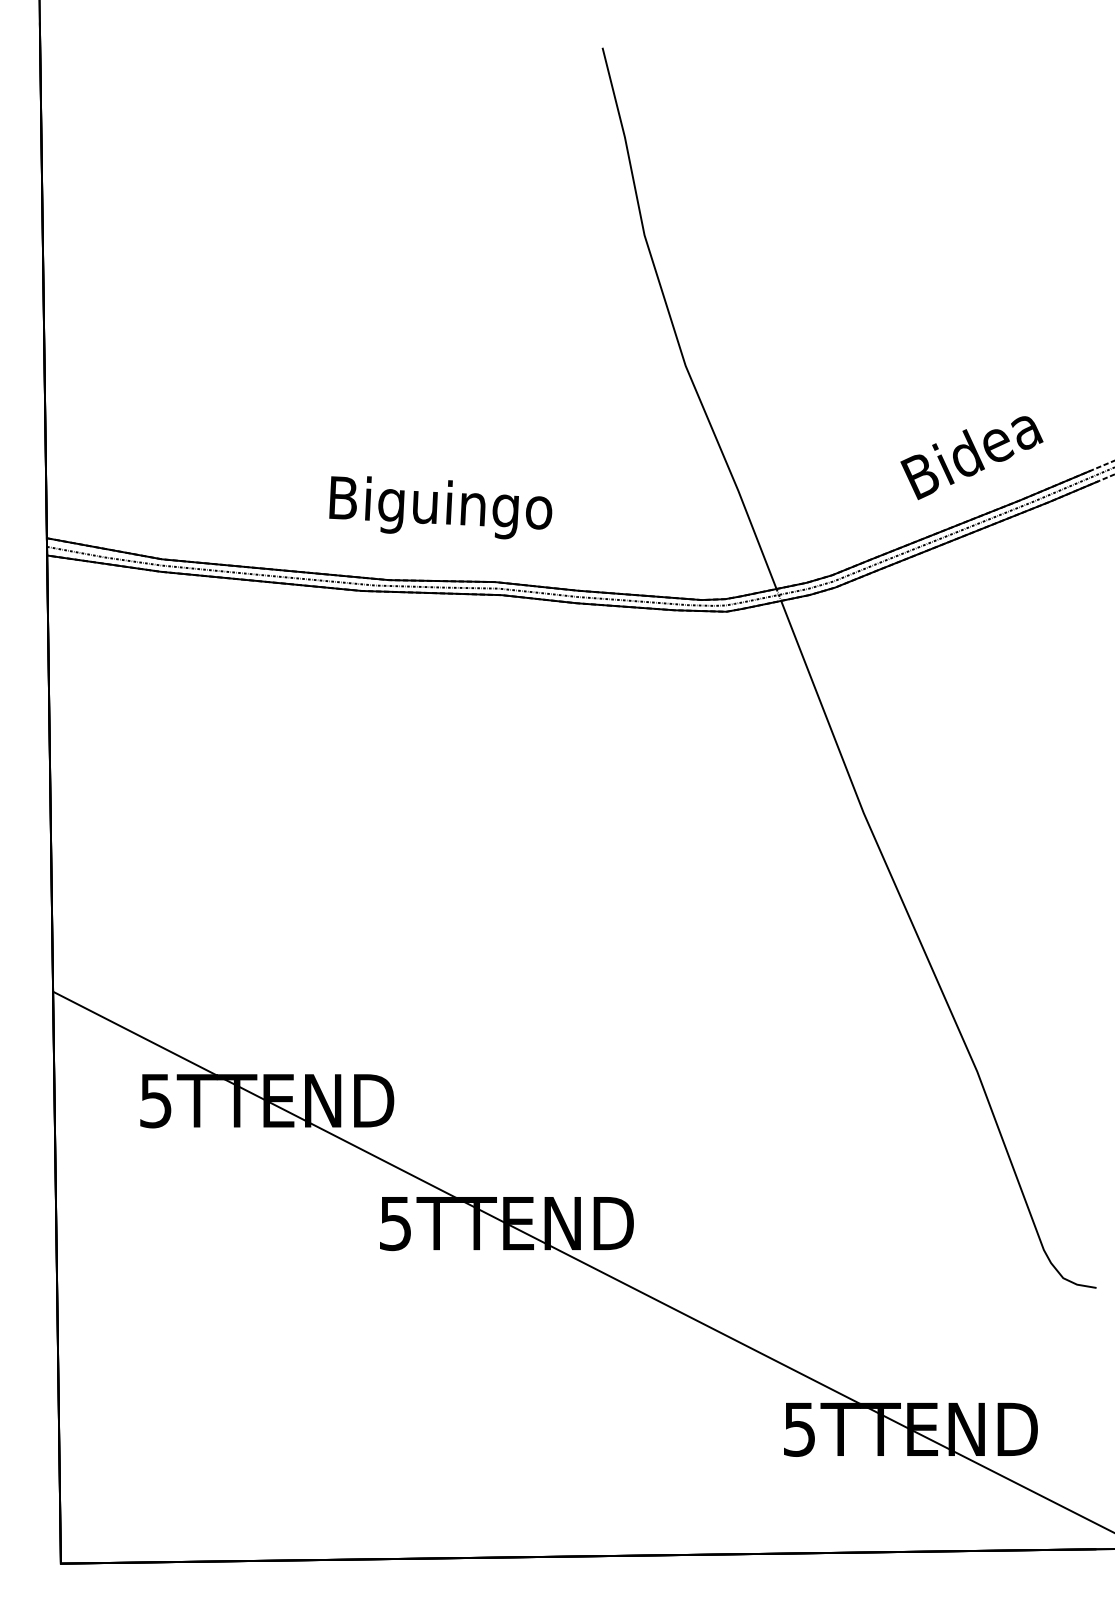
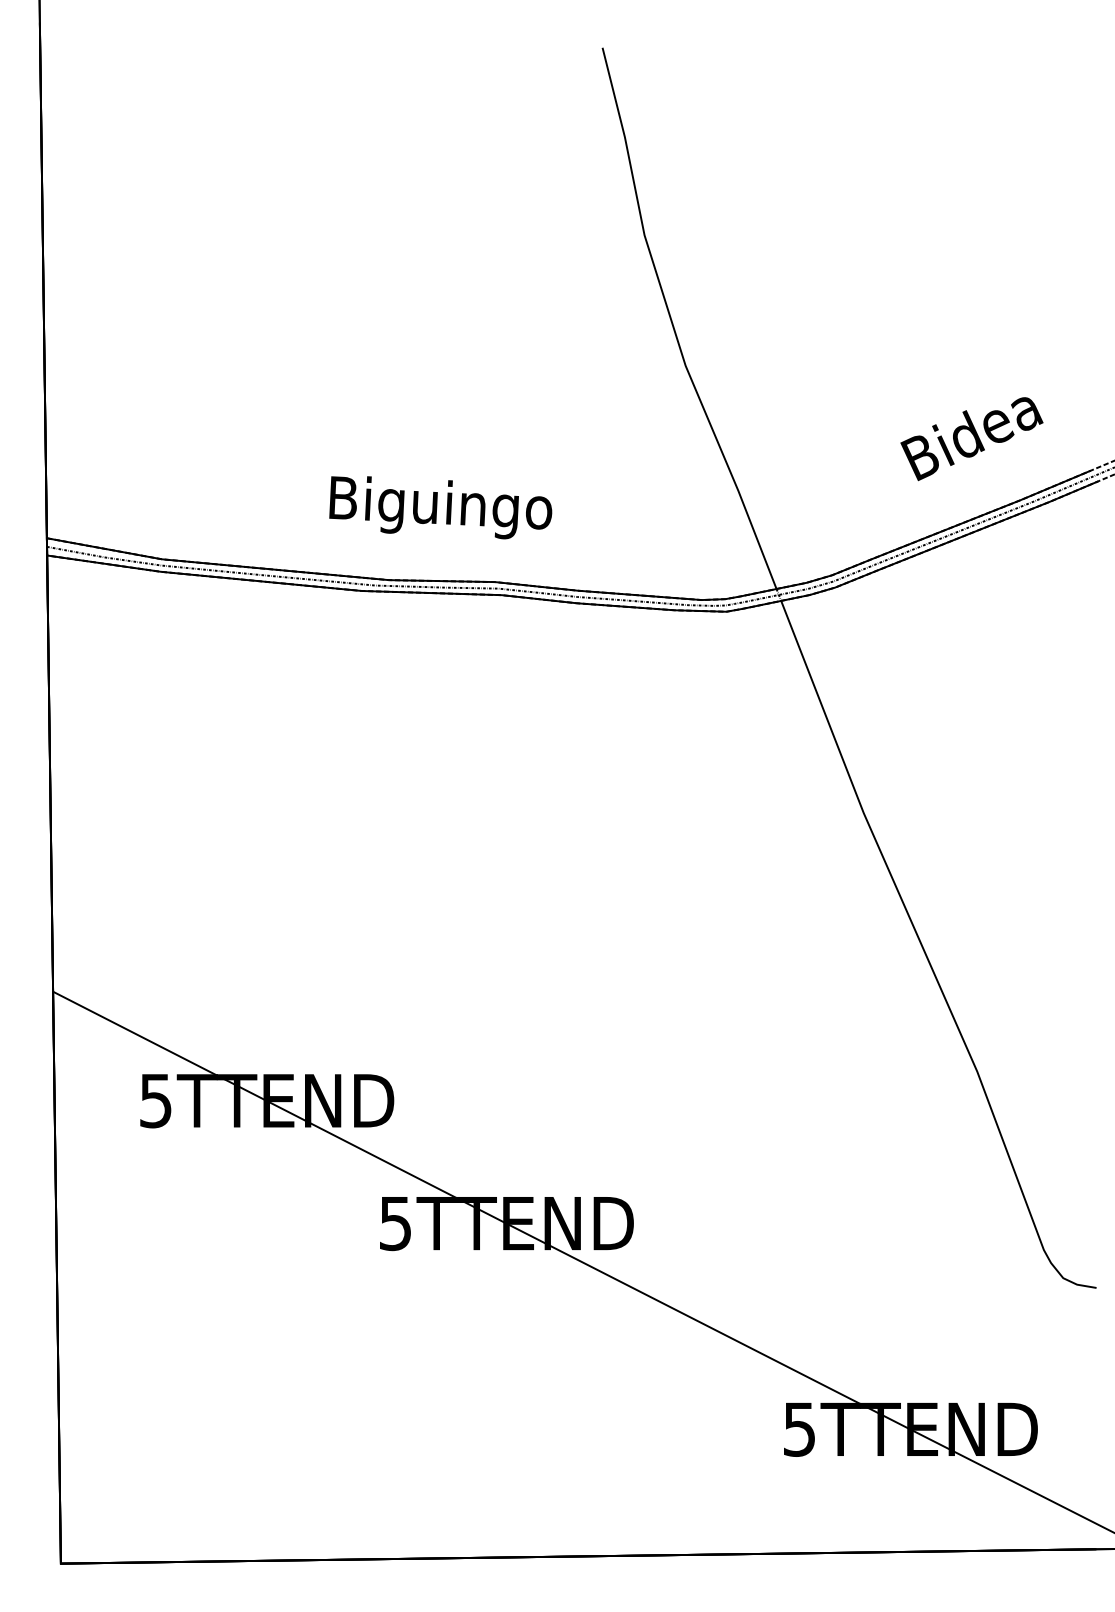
text at (971, 458) position: (971, 458) -> (971, 439)
